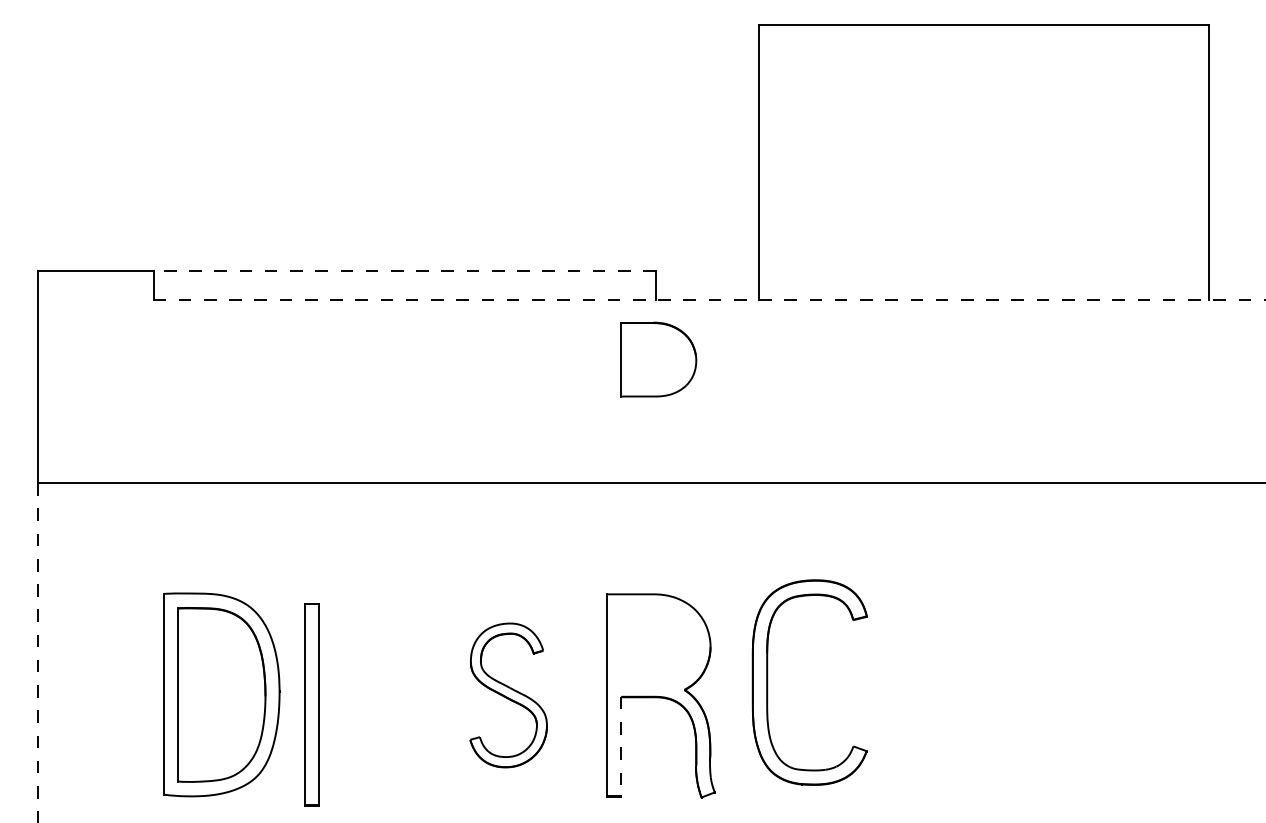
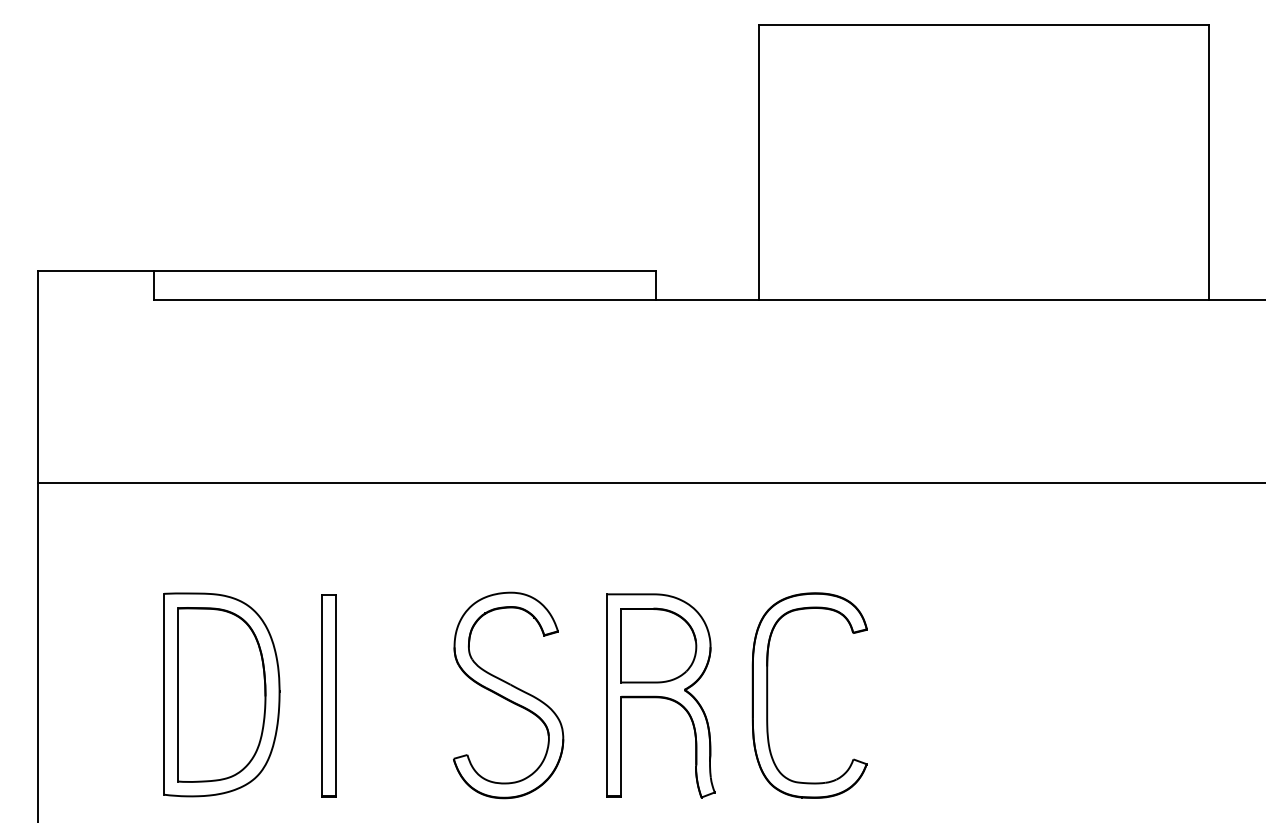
line at (404, 270): dashed -> solid
line at (709, 300): dashed -> solid
part at (658, 359) position: (658, 359) -> (658, 645)
line at (37, 653): dashed -> solid
part at (768, 682) position: (768, 682) -> (768, 695)
part at (508, 695) size: 79x147 px -> 112x209 px
part at (311, 704) position: (311, 704) -> (328, 695)
line at (621, 746): dashed -> solid
